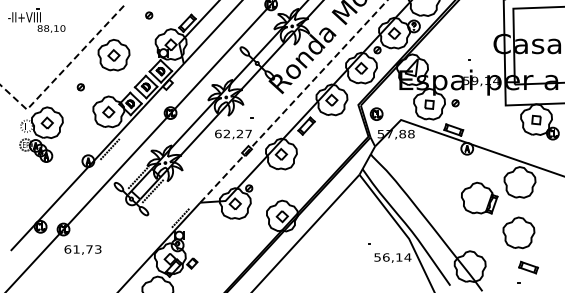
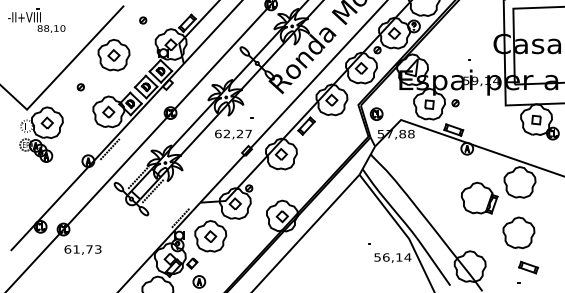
part at (149, 15) position: (149, 15) -> (143, 20)
line at (62, 71): dashed -> solid
line at (293, 101): dashed -> solid
part at (210, 236): none -> present
part at (199, 281): none -> present
